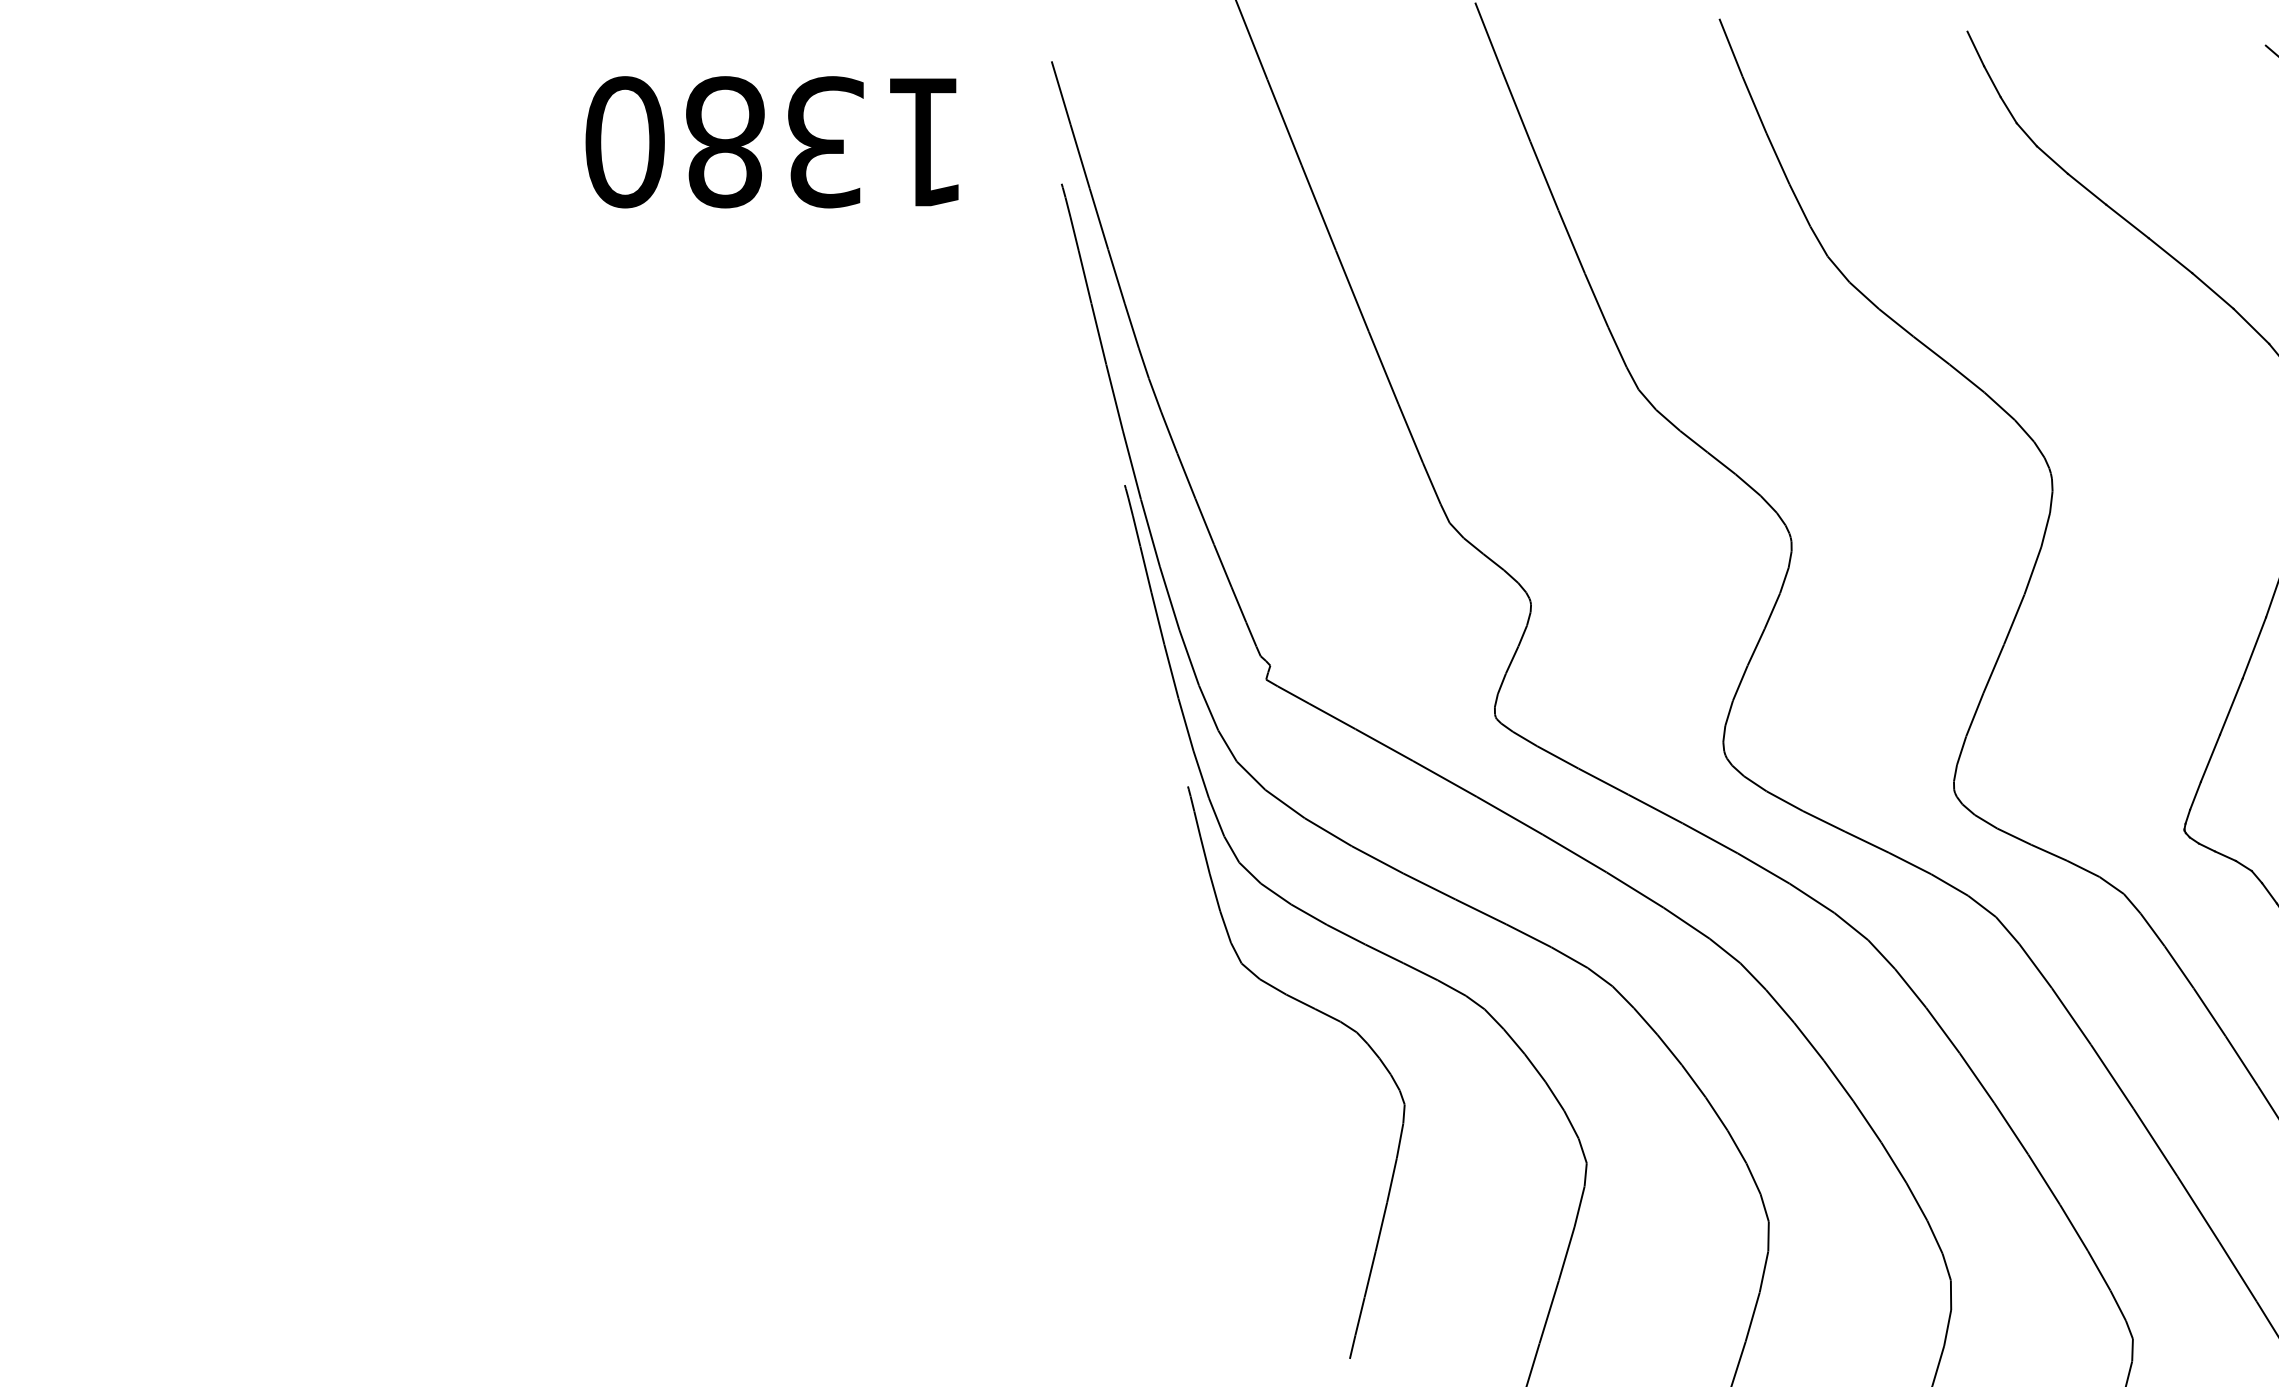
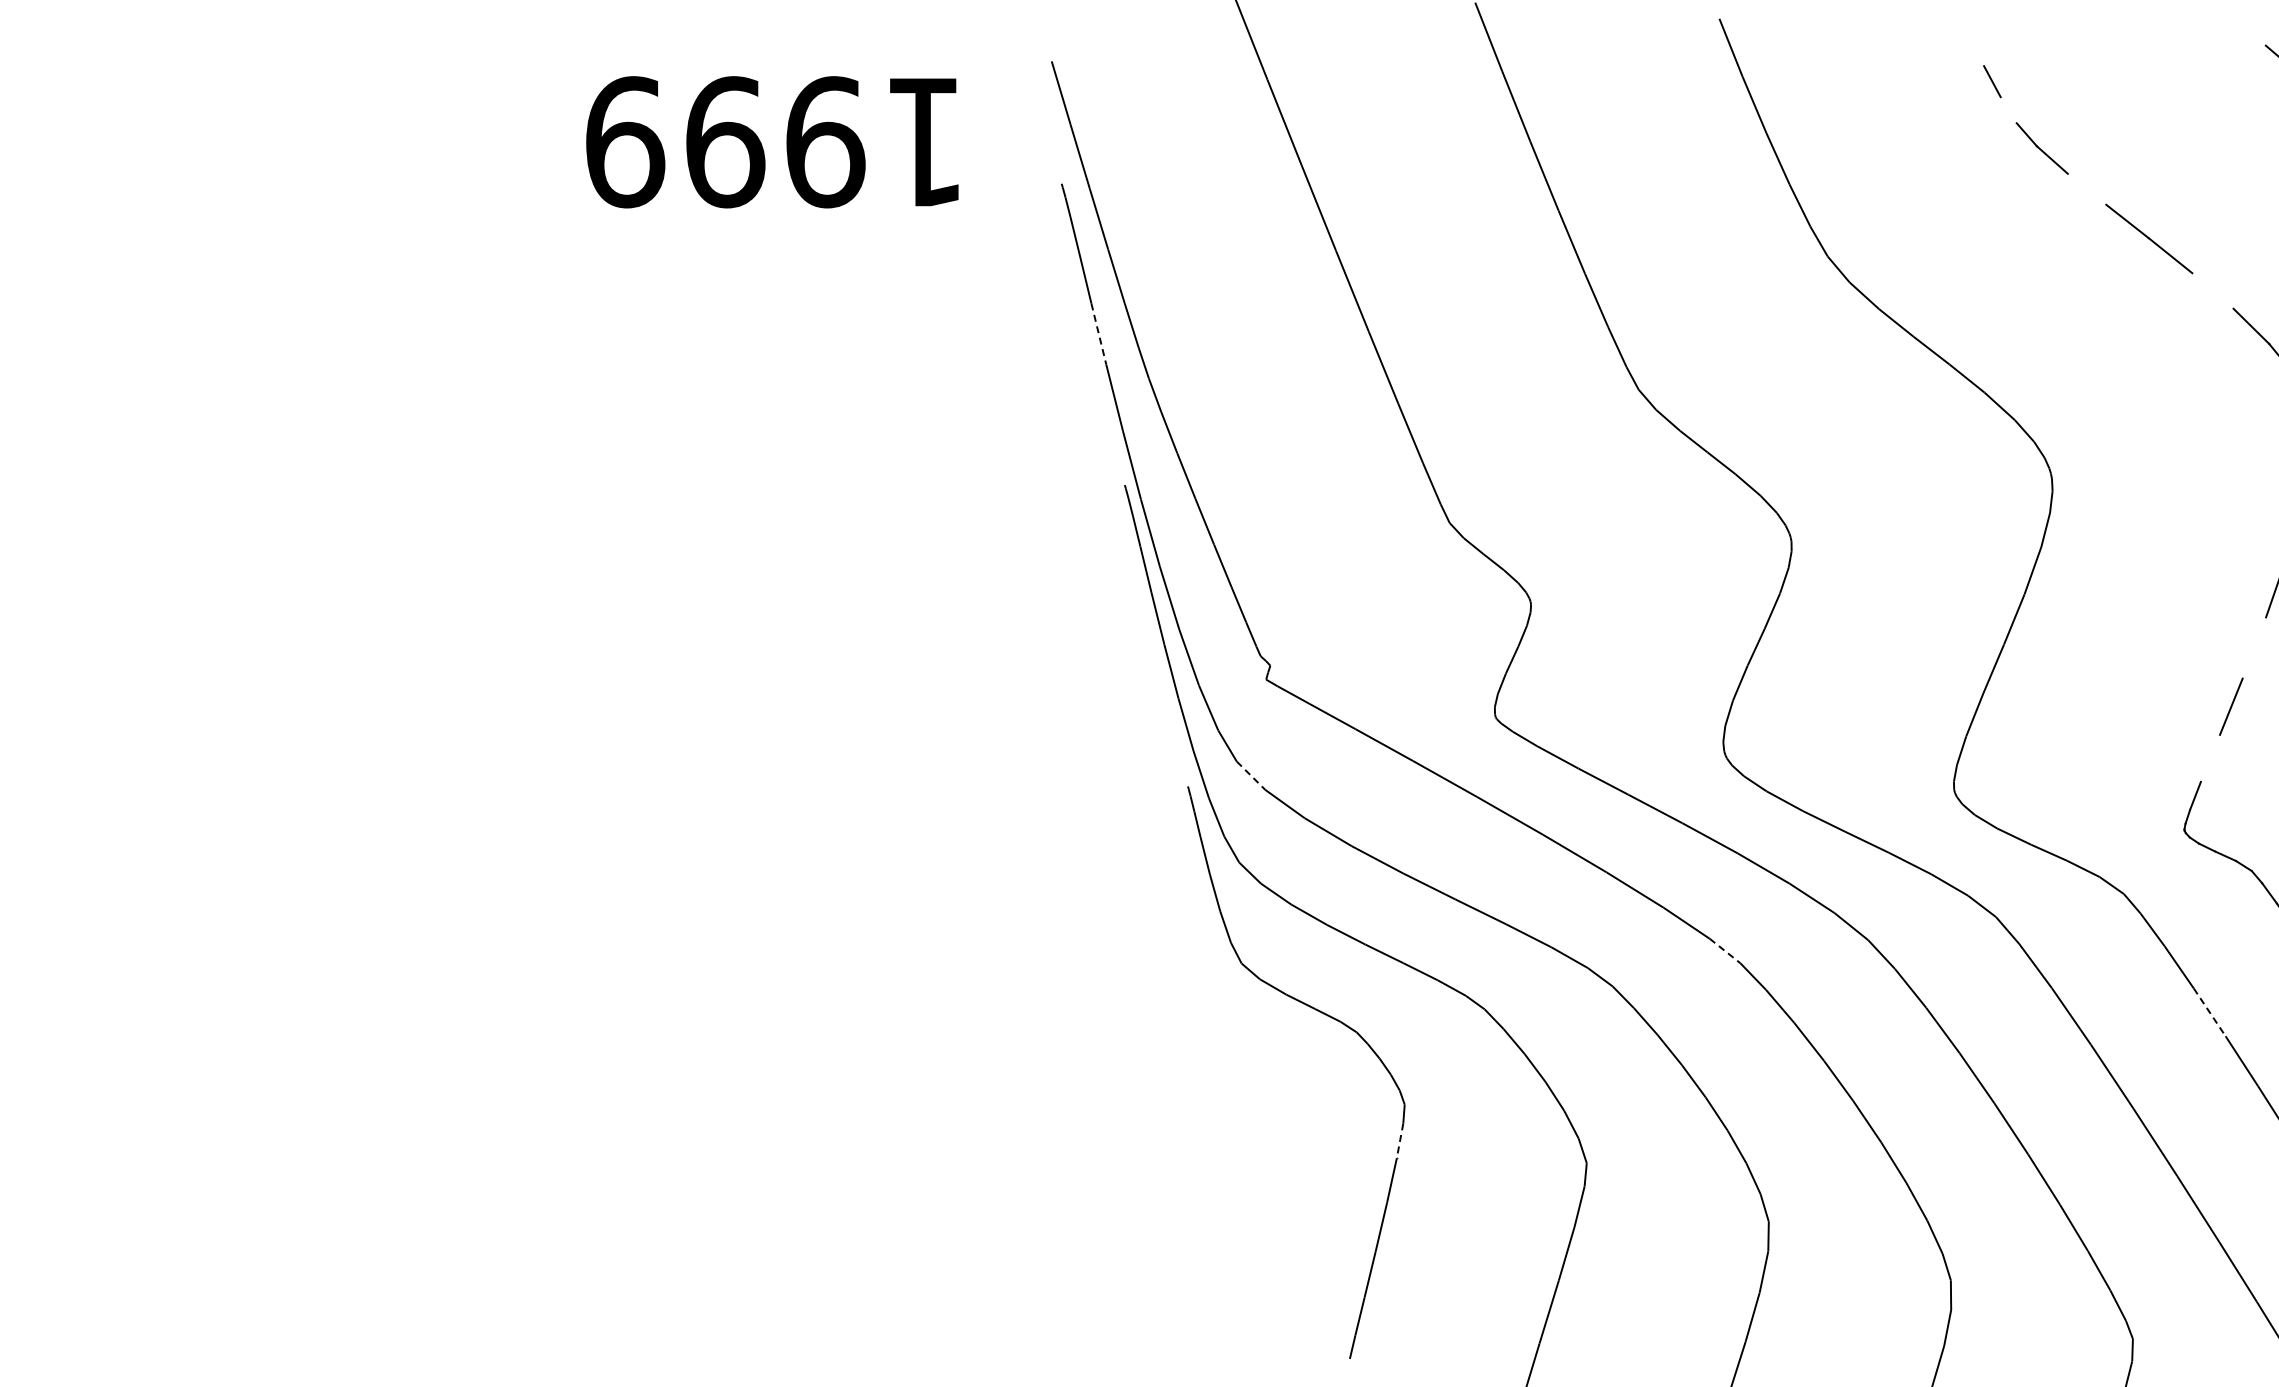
line at (1975, 48): present -> none
line at (2008, 110): present -> none
text at (725, 142): 1380 -> 1999
line at (2086, 188): present -> none
line at (2212, 290): present -> none
line at (1098, 334): solid -> dashed
line at (2254, 647): present -> none
line at (2210, 757): present -> none
line at (1251, 776): solid -> dashed
line at (1725, 951): solid -> dashed
line at (2209, 1012): solid -> dashed
line at (1400, 1140): solid -> dashed
